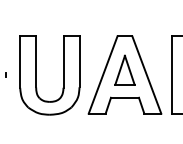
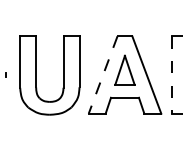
line at (172, 74): solid -> dashed
line at (102, 75): solid -> dashed
